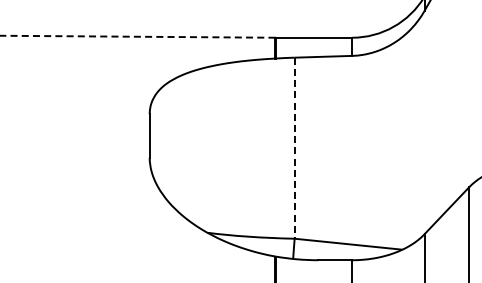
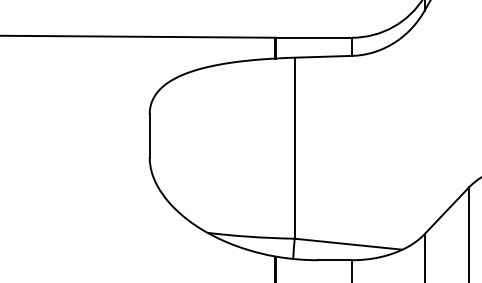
line at (137, 36): dashed -> solid
line at (294, 148): dashed -> solid
